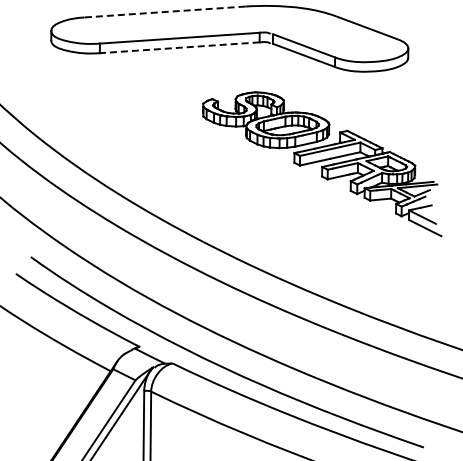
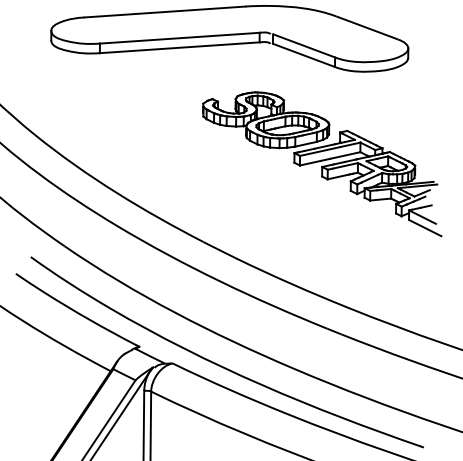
line at (165, 12): dashed -> solid
line at (179, 47): dashed -> solid
